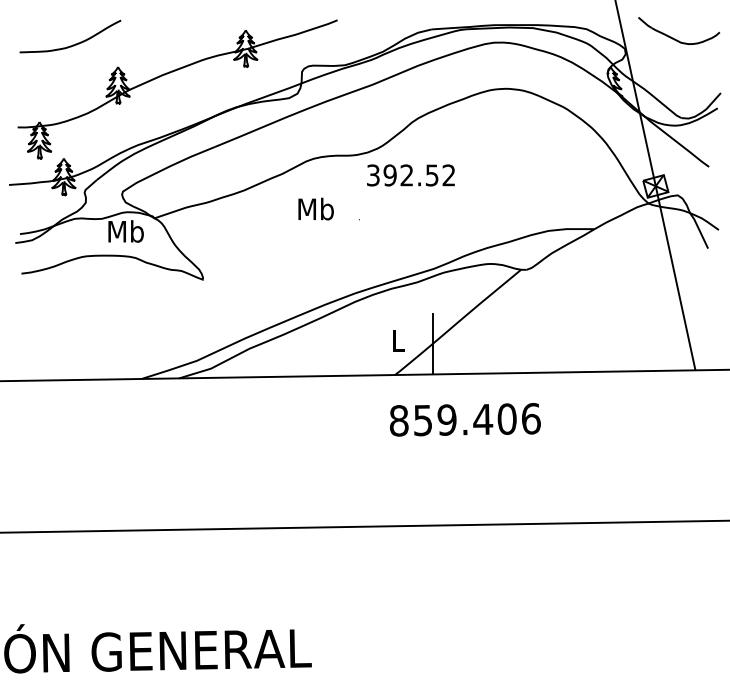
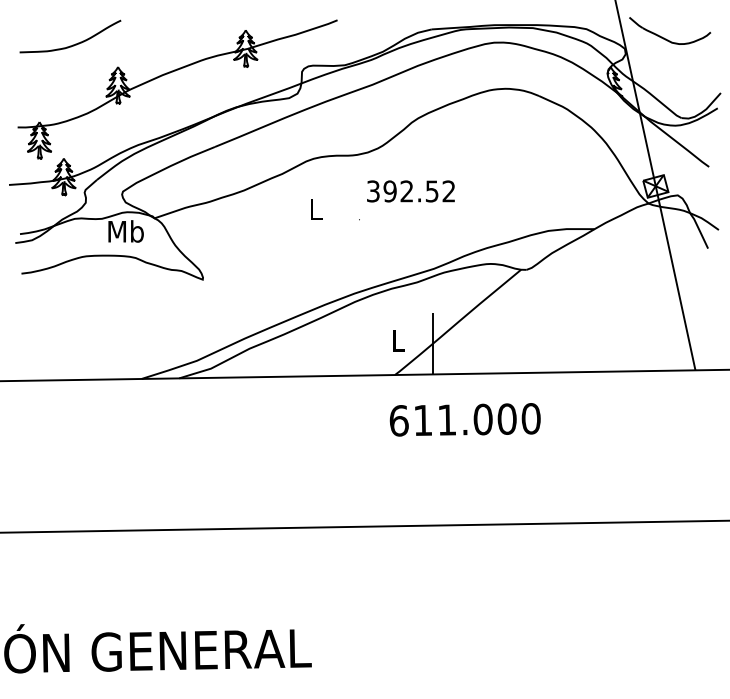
part at (675, 38) position: (675, 38) -> (666, 38)
text at (410, 175) position: (410, 175) -> (410, 191)
text at (315, 208): Mb -> L
text at (464, 419): 859.406 -> 611.000
